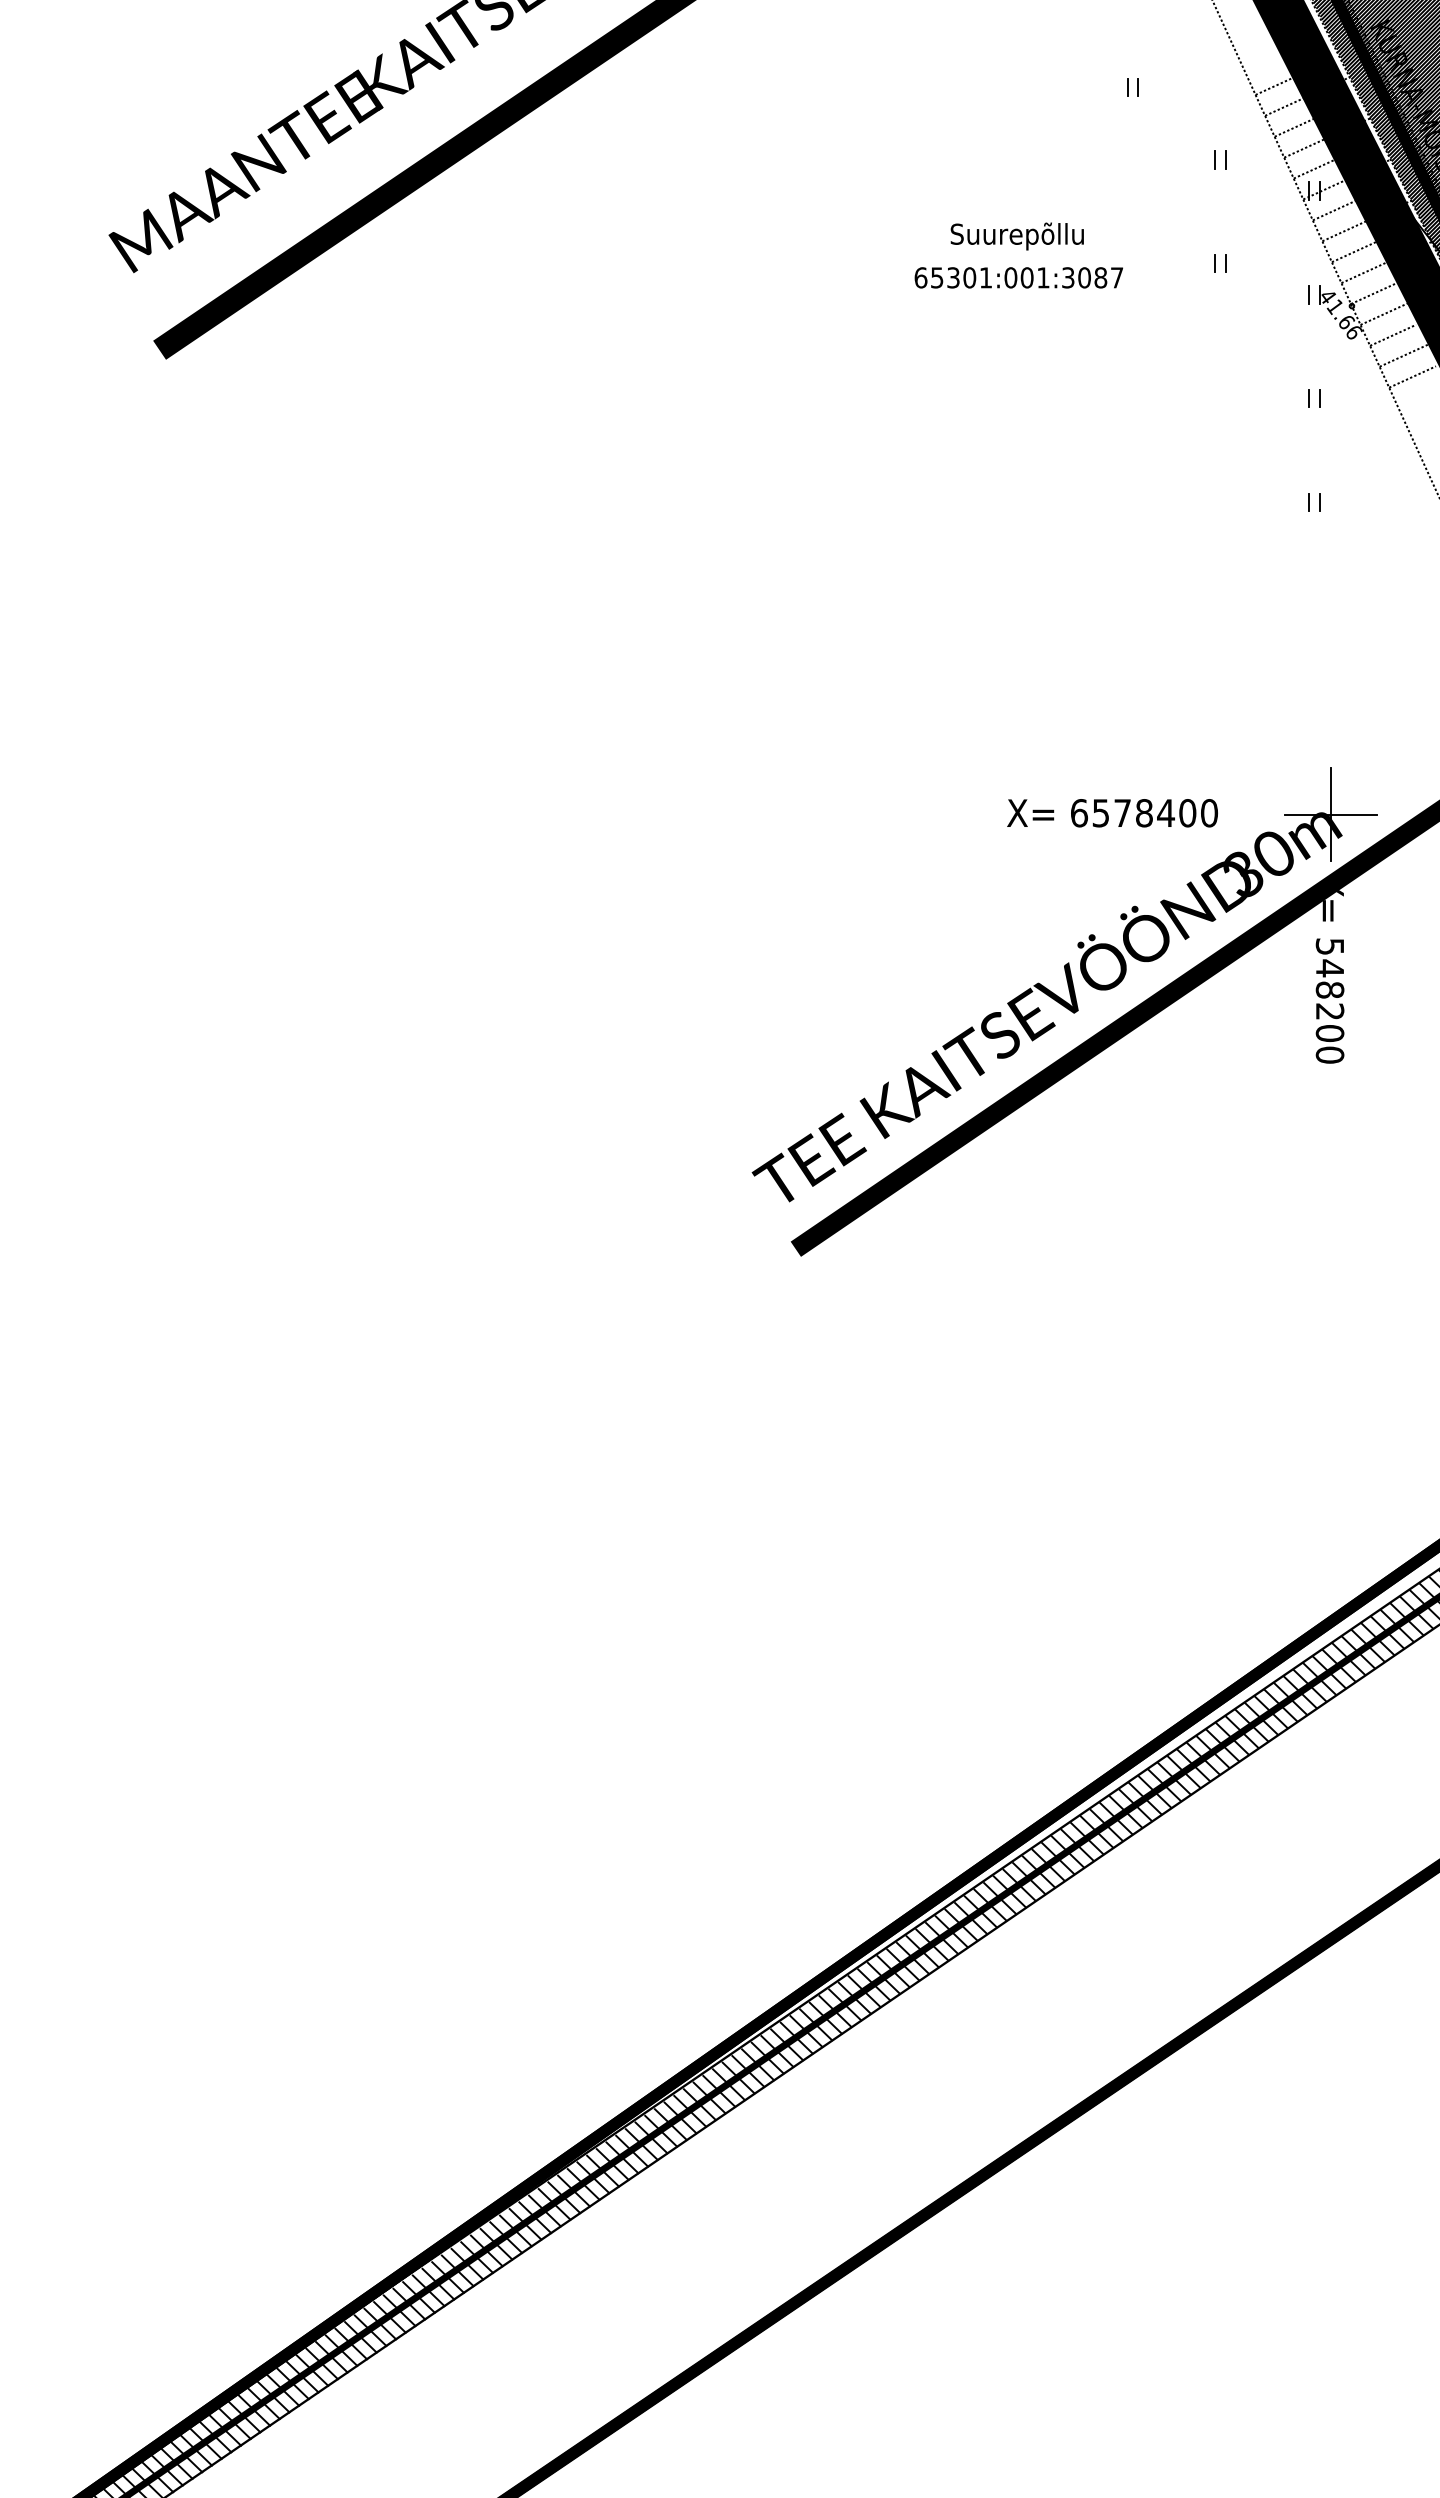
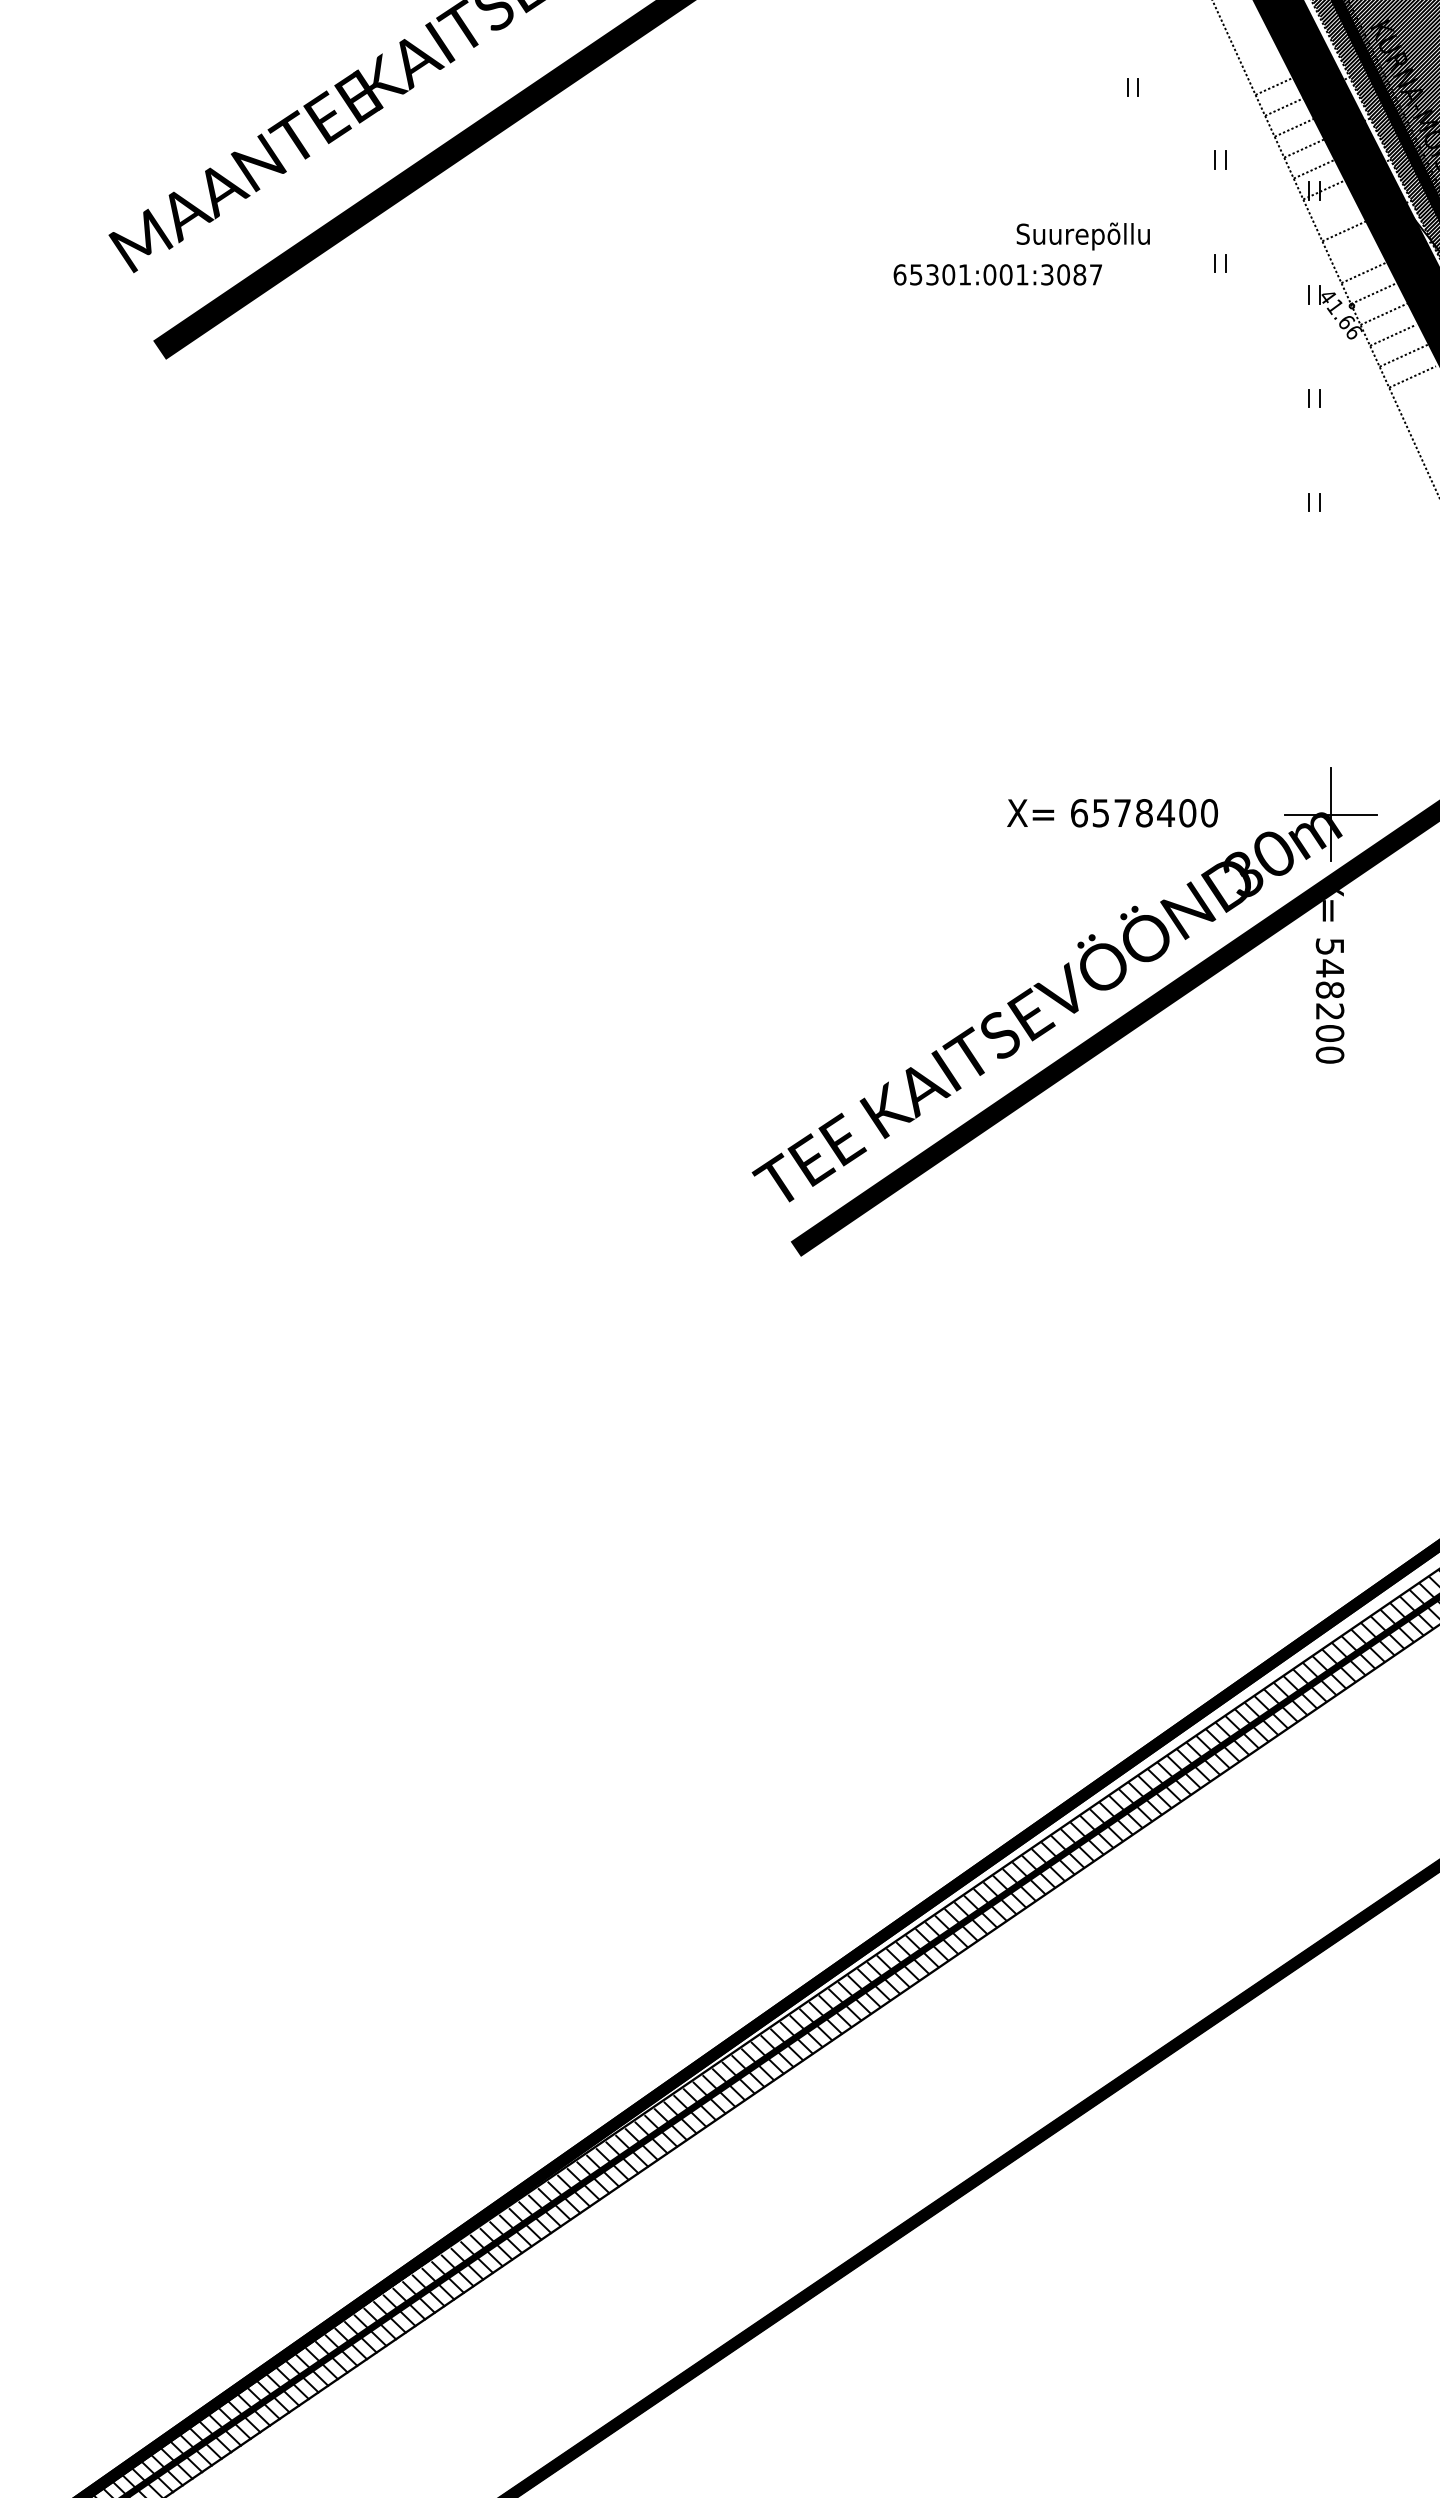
line at (1334, 210): present -> none
text at (1016, 236) position: (1016, 236) -> (1082, 236)
line at (1353, 251): present -> none
text at (1018, 277) position: (1018, 277) -> (997, 274)
